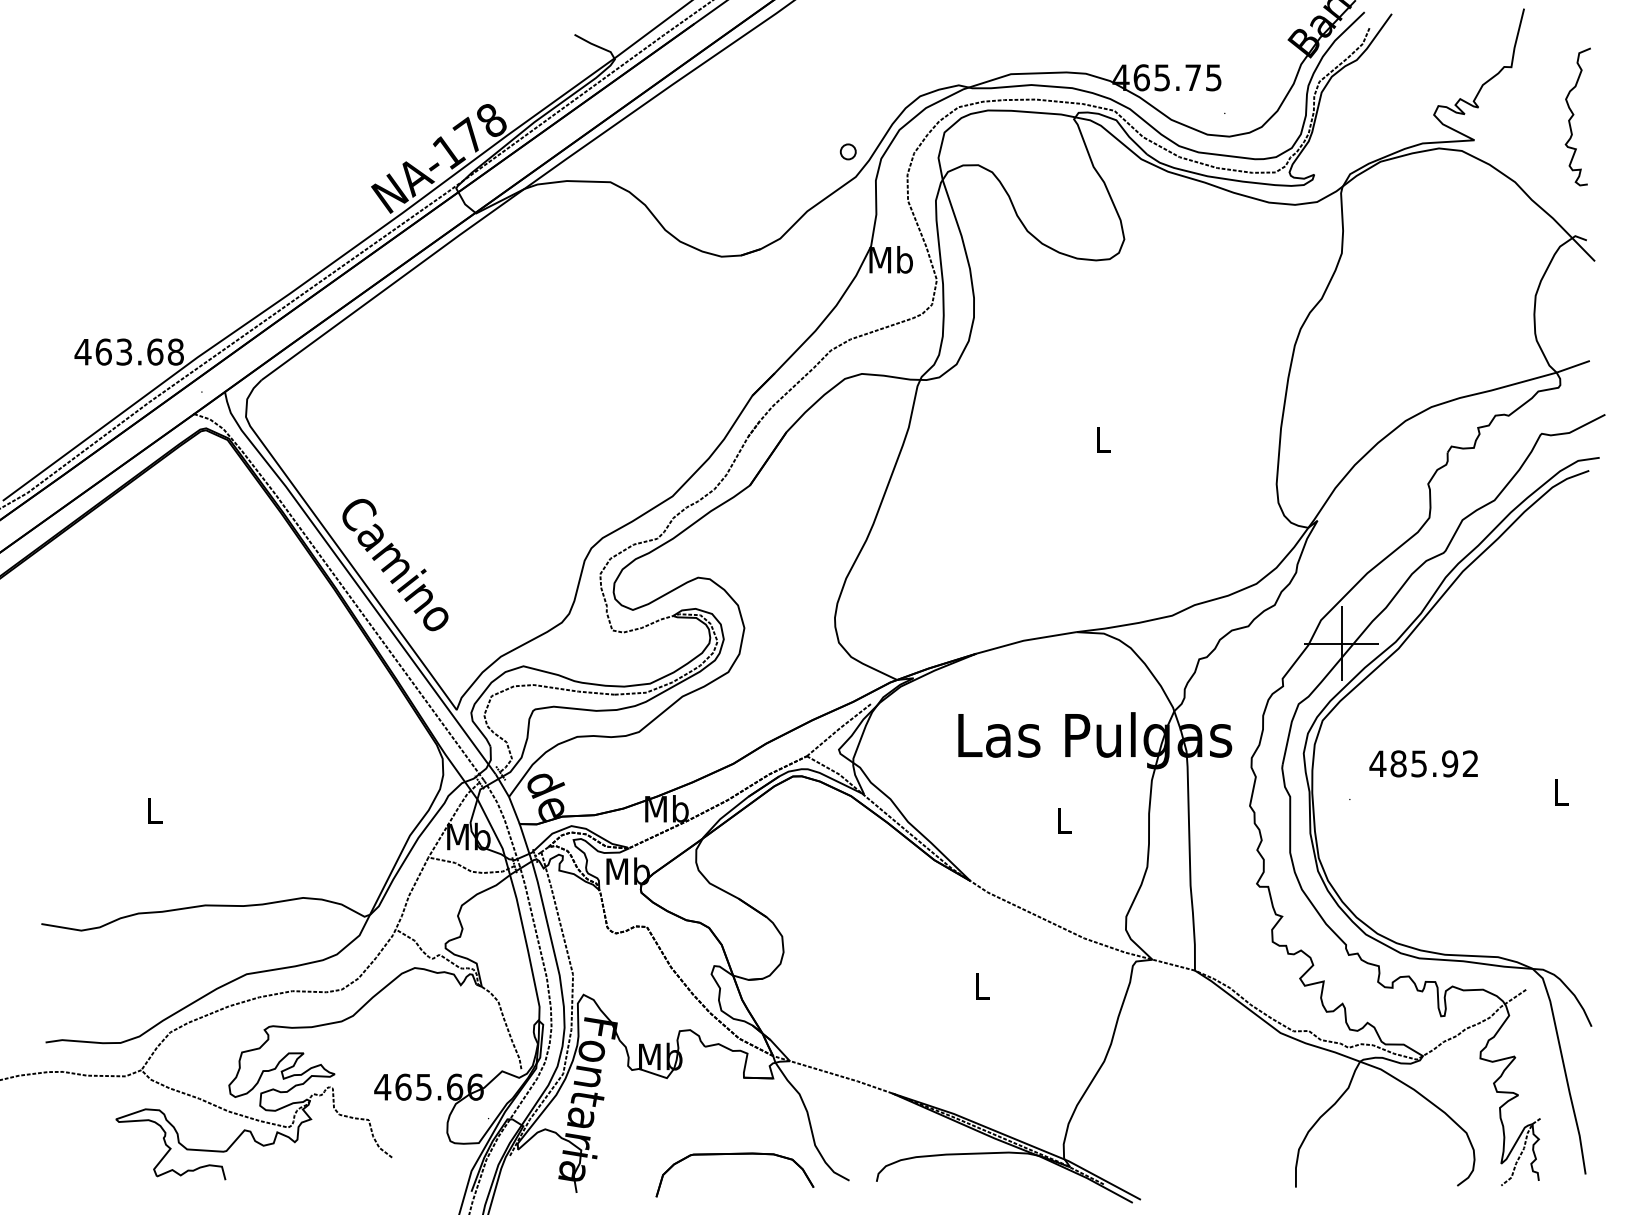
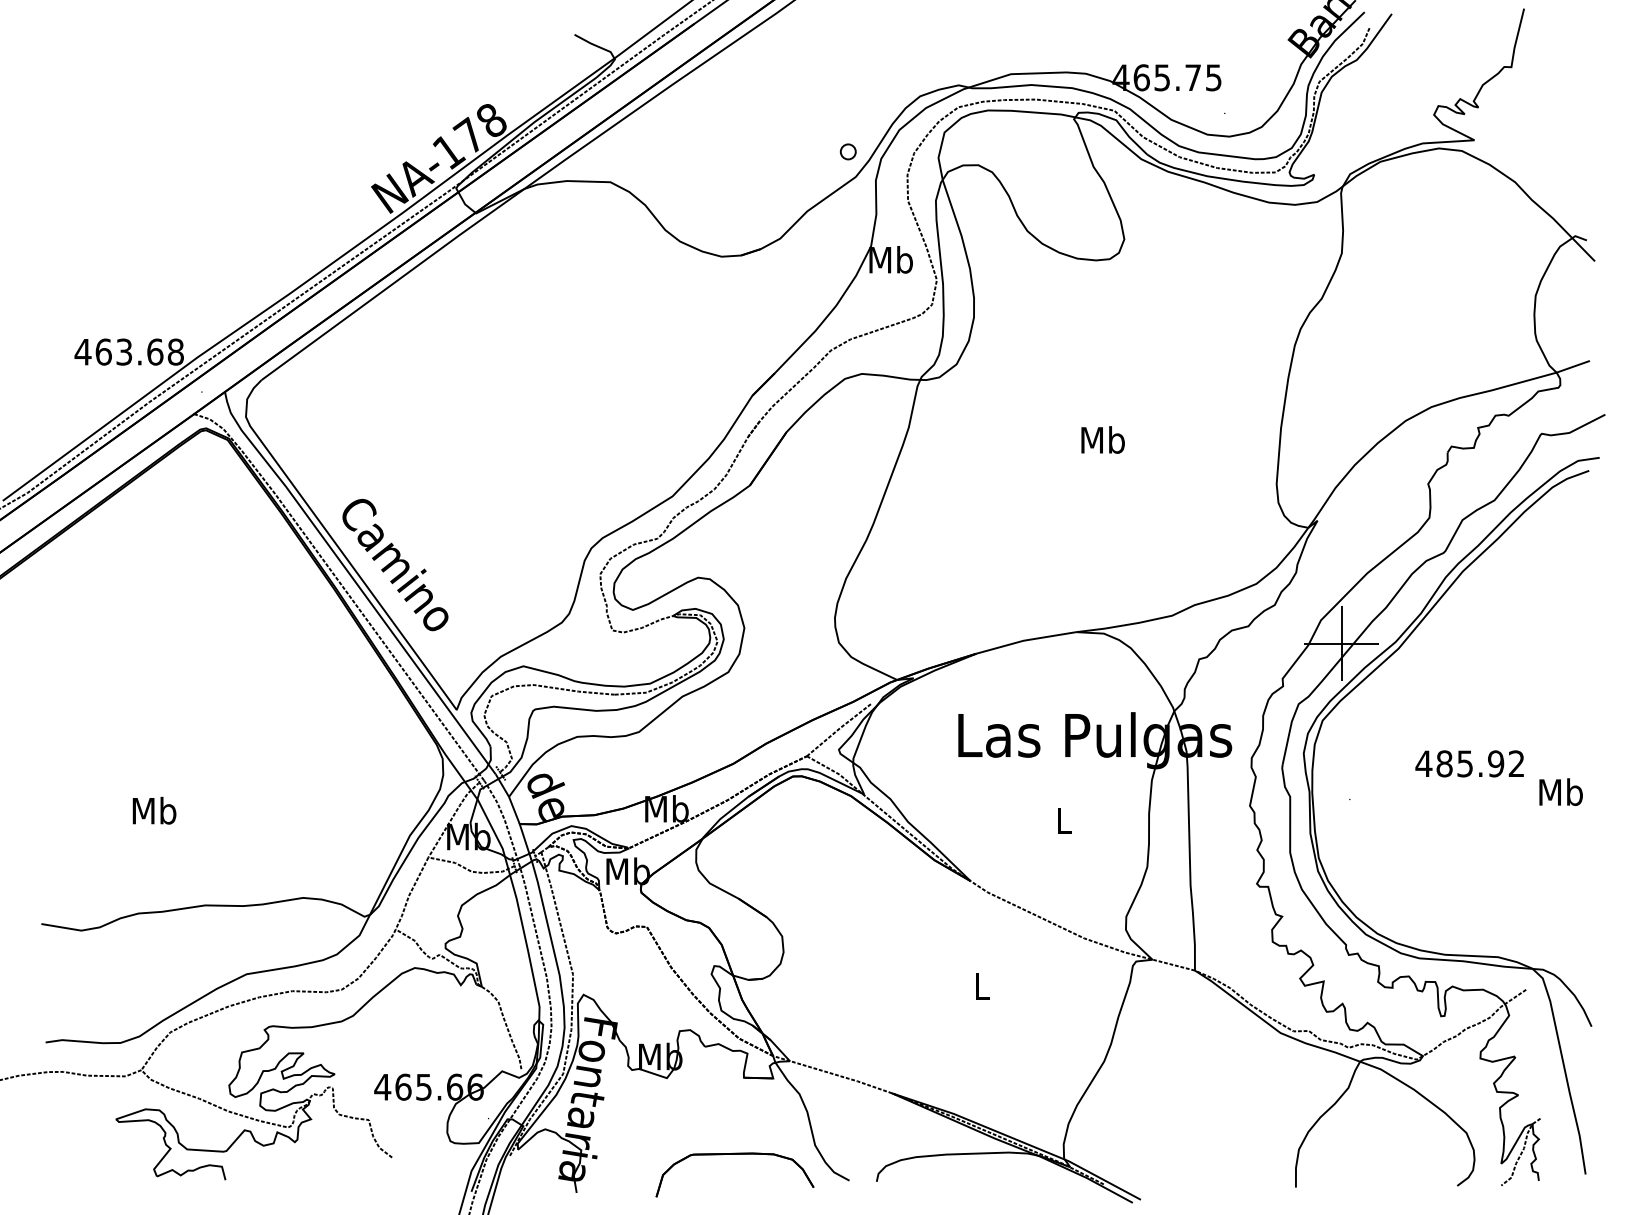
curve at (1574, 114): present -> none
text at (1102, 439): L -> Mb
text at (1423, 763) position: (1423, 763) -> (1469, 763)
text at (1560, 792): L -> Mb
text at (154, 810): L -> Mb
